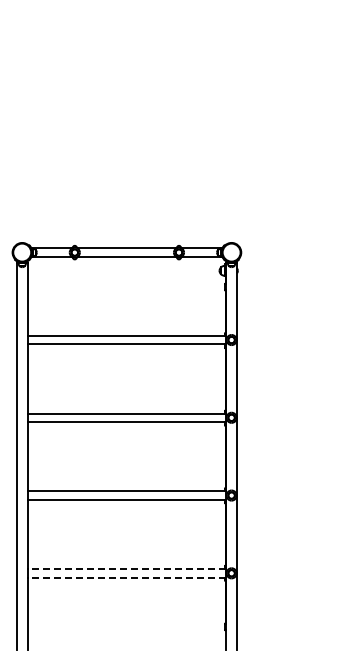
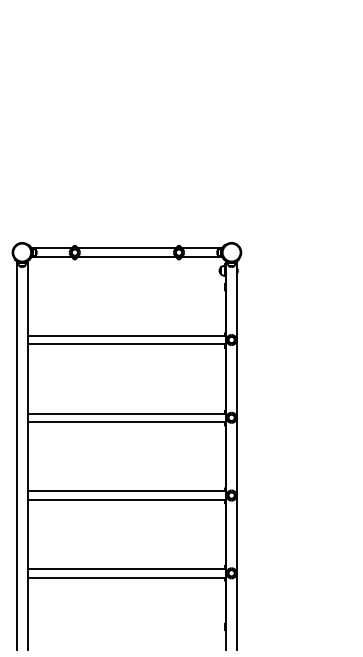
line at (126, 569): dashed -> solid
line at (126, 577): dashed -> solid
